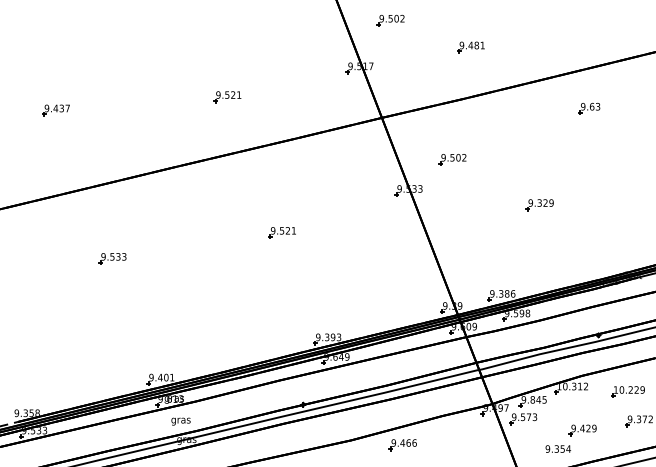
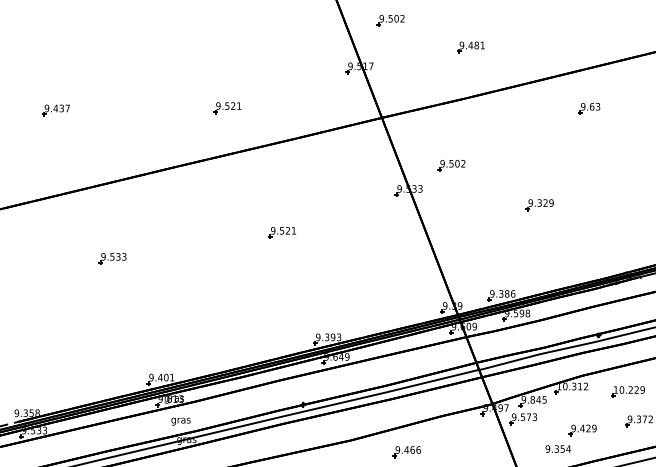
part at (227, 97) position: (227, 97) -> (227, 108)
part at (452, 159) position: (452, 159) -> (451, 165)
part at (402, 445) position: (402, 445) -> (406, 452)
